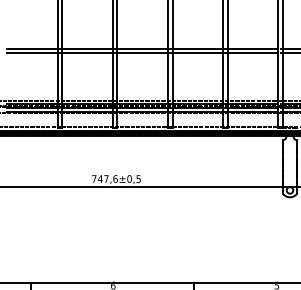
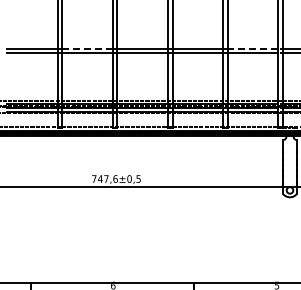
line at (87, 48): solid -> dashed
line at (252, 48): solid -> dashed
